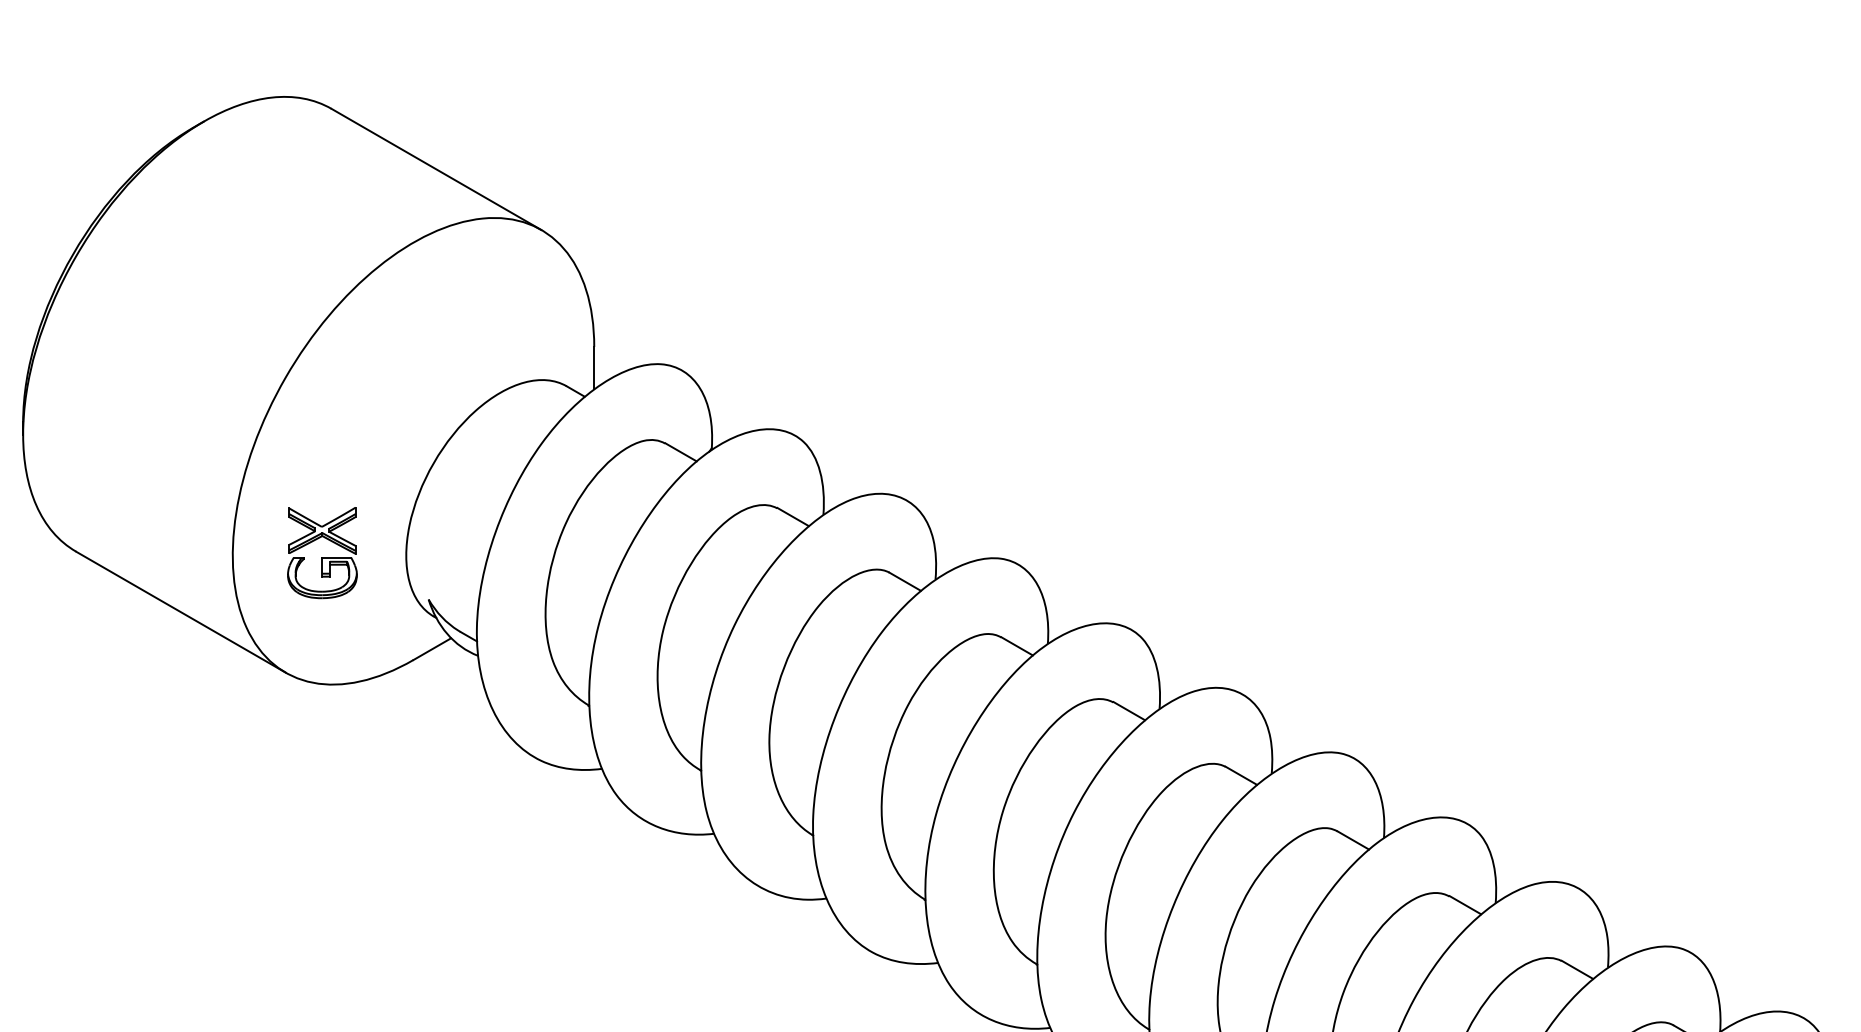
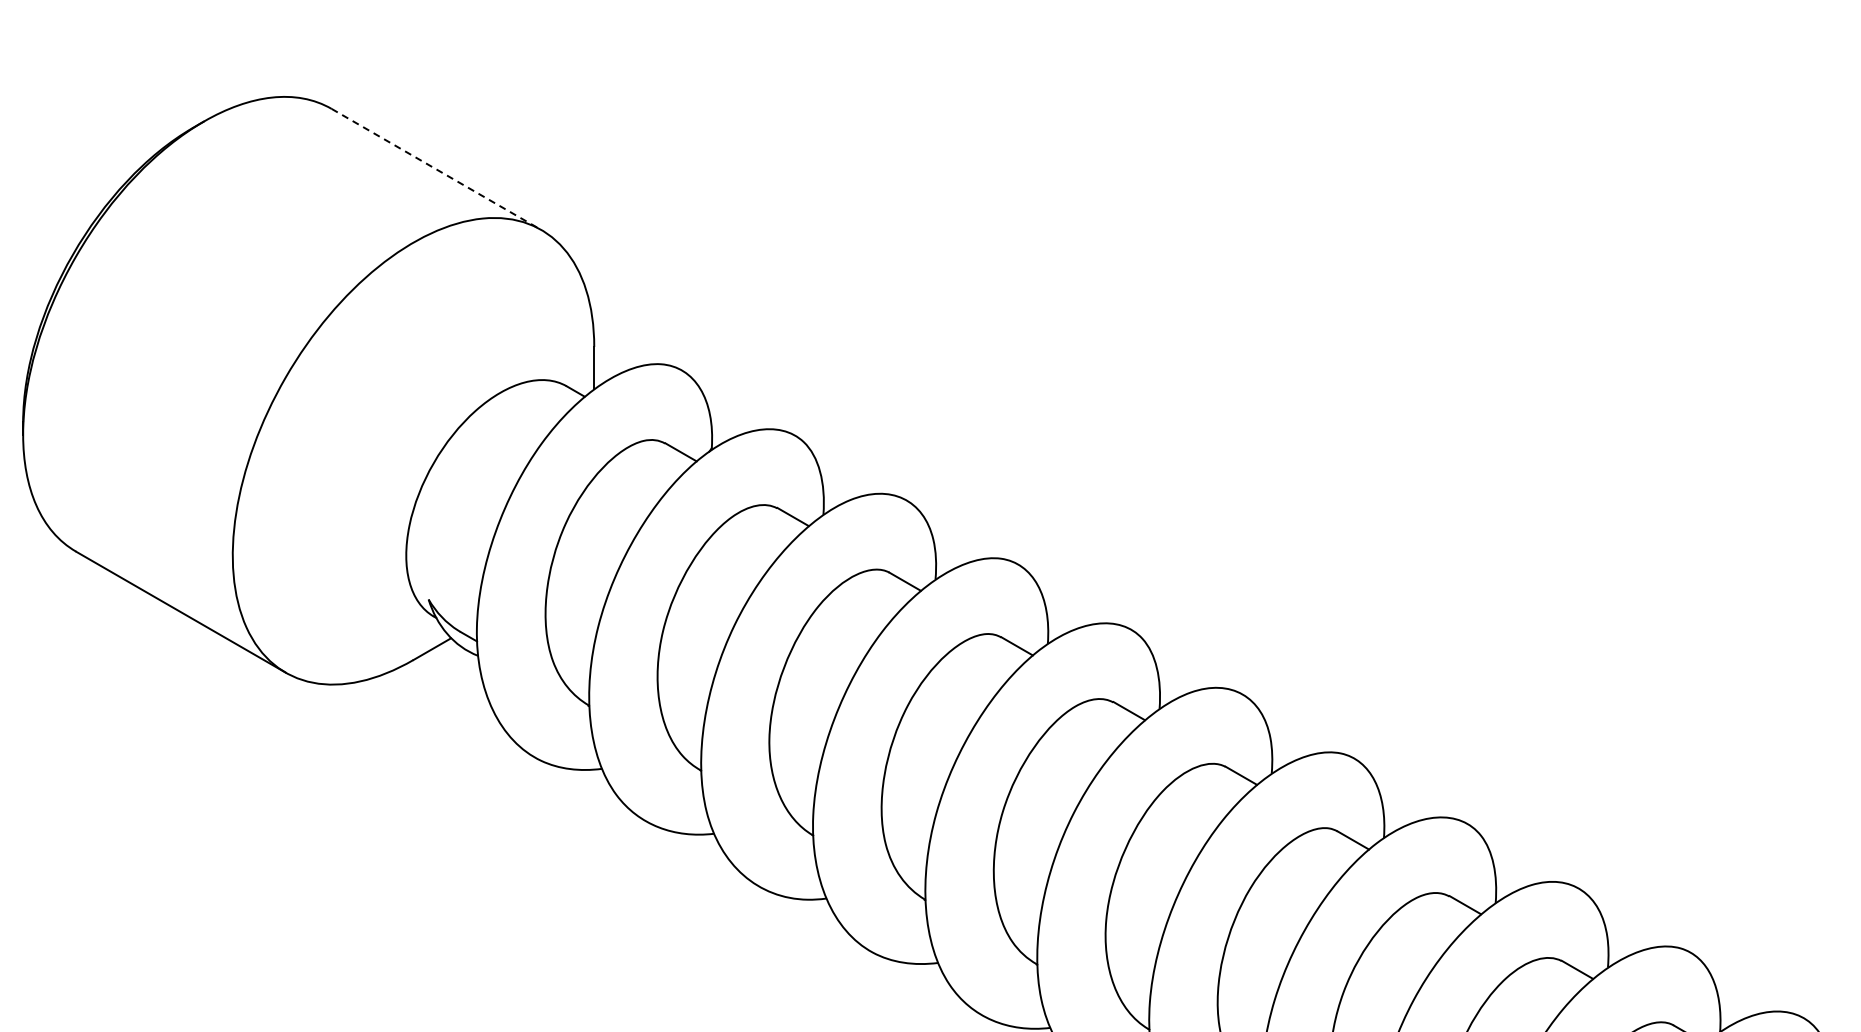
line at (436, 169): solid -> dashed
part at (322, 553): present -> none
